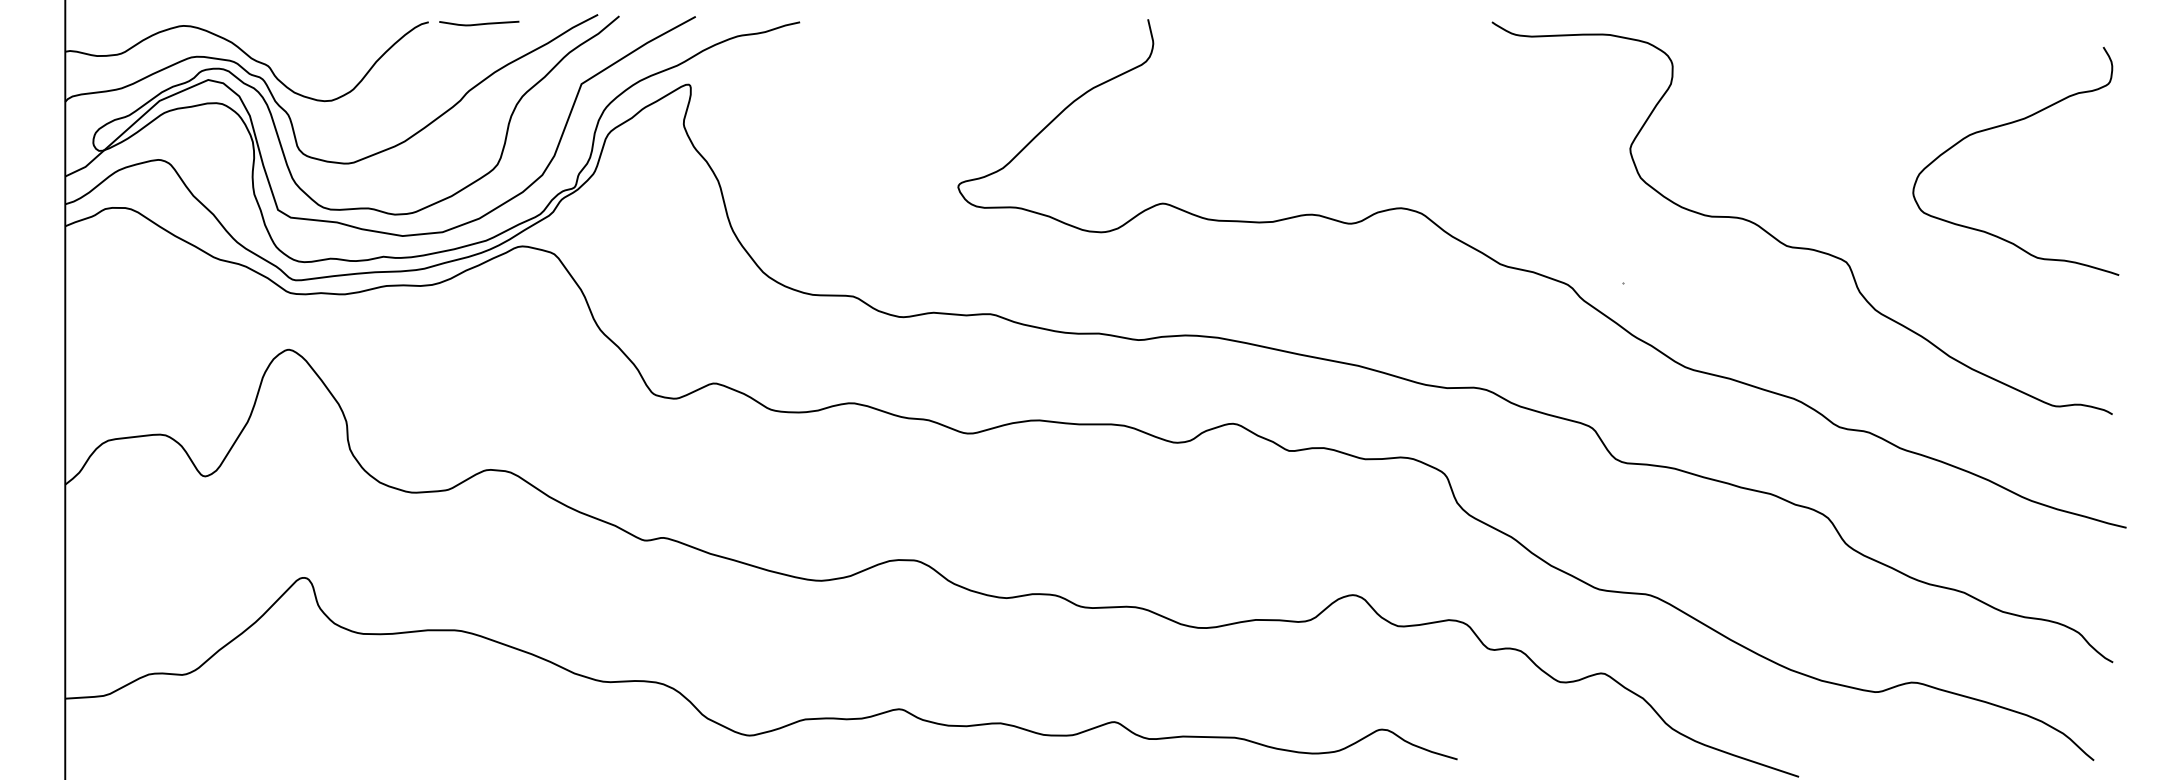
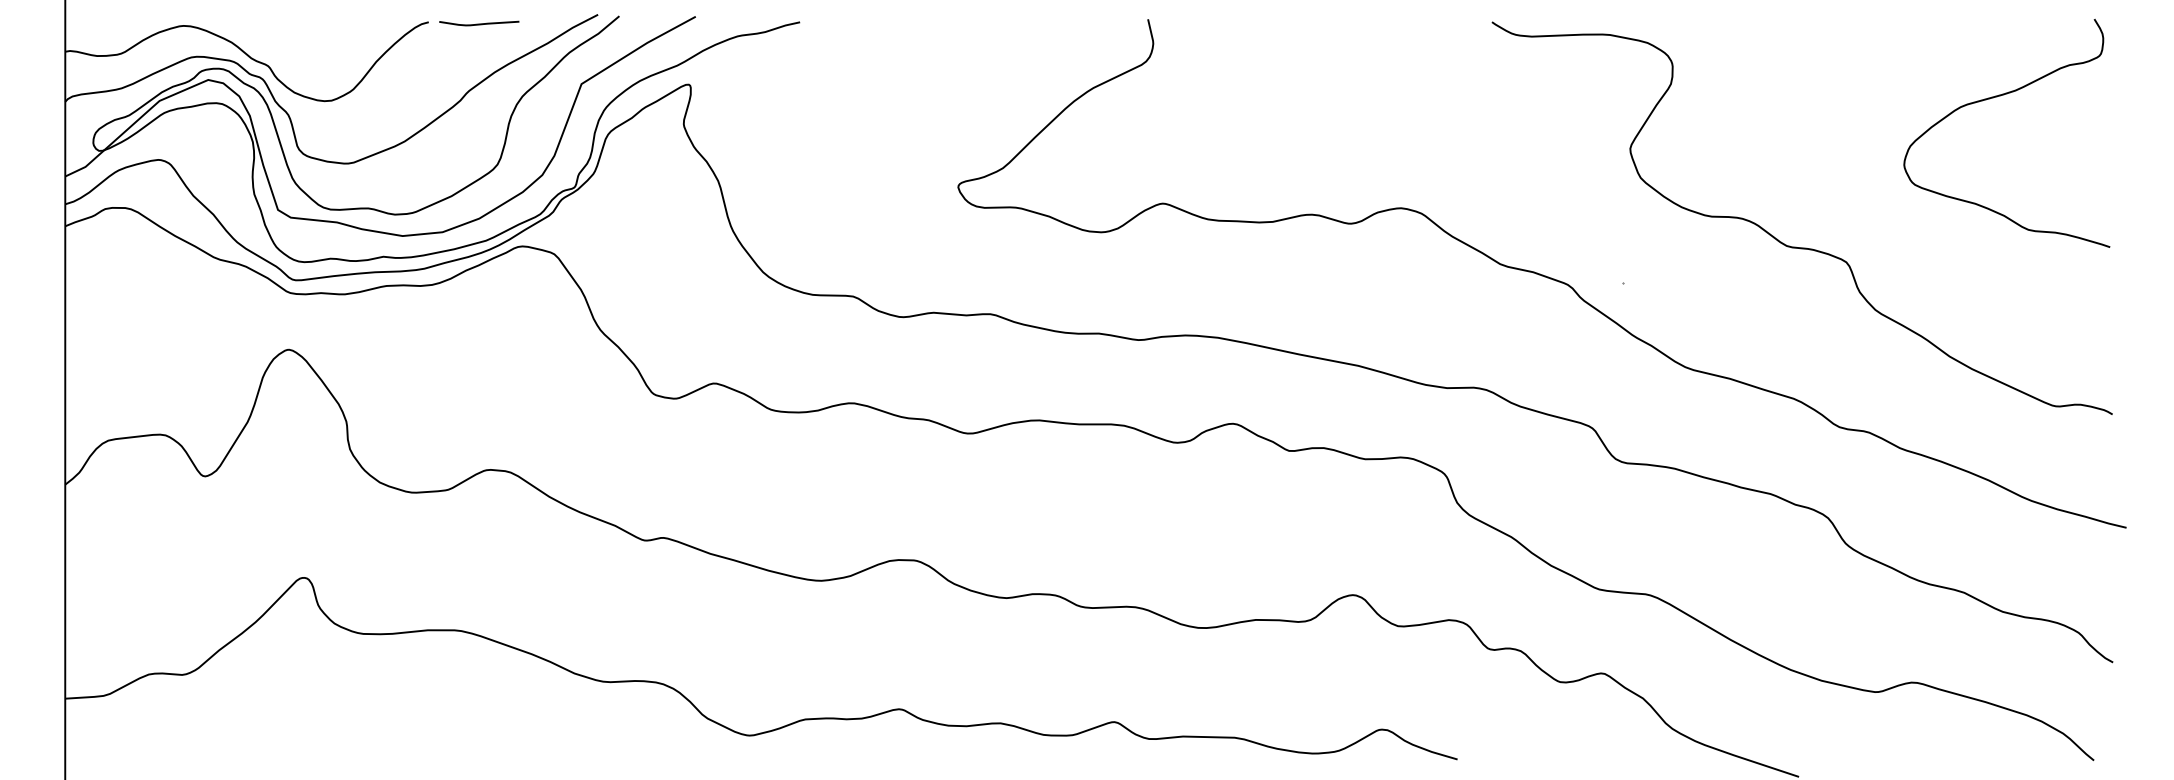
curve at (2006, 125) position: (2006, 125) -> (1997, 97)
